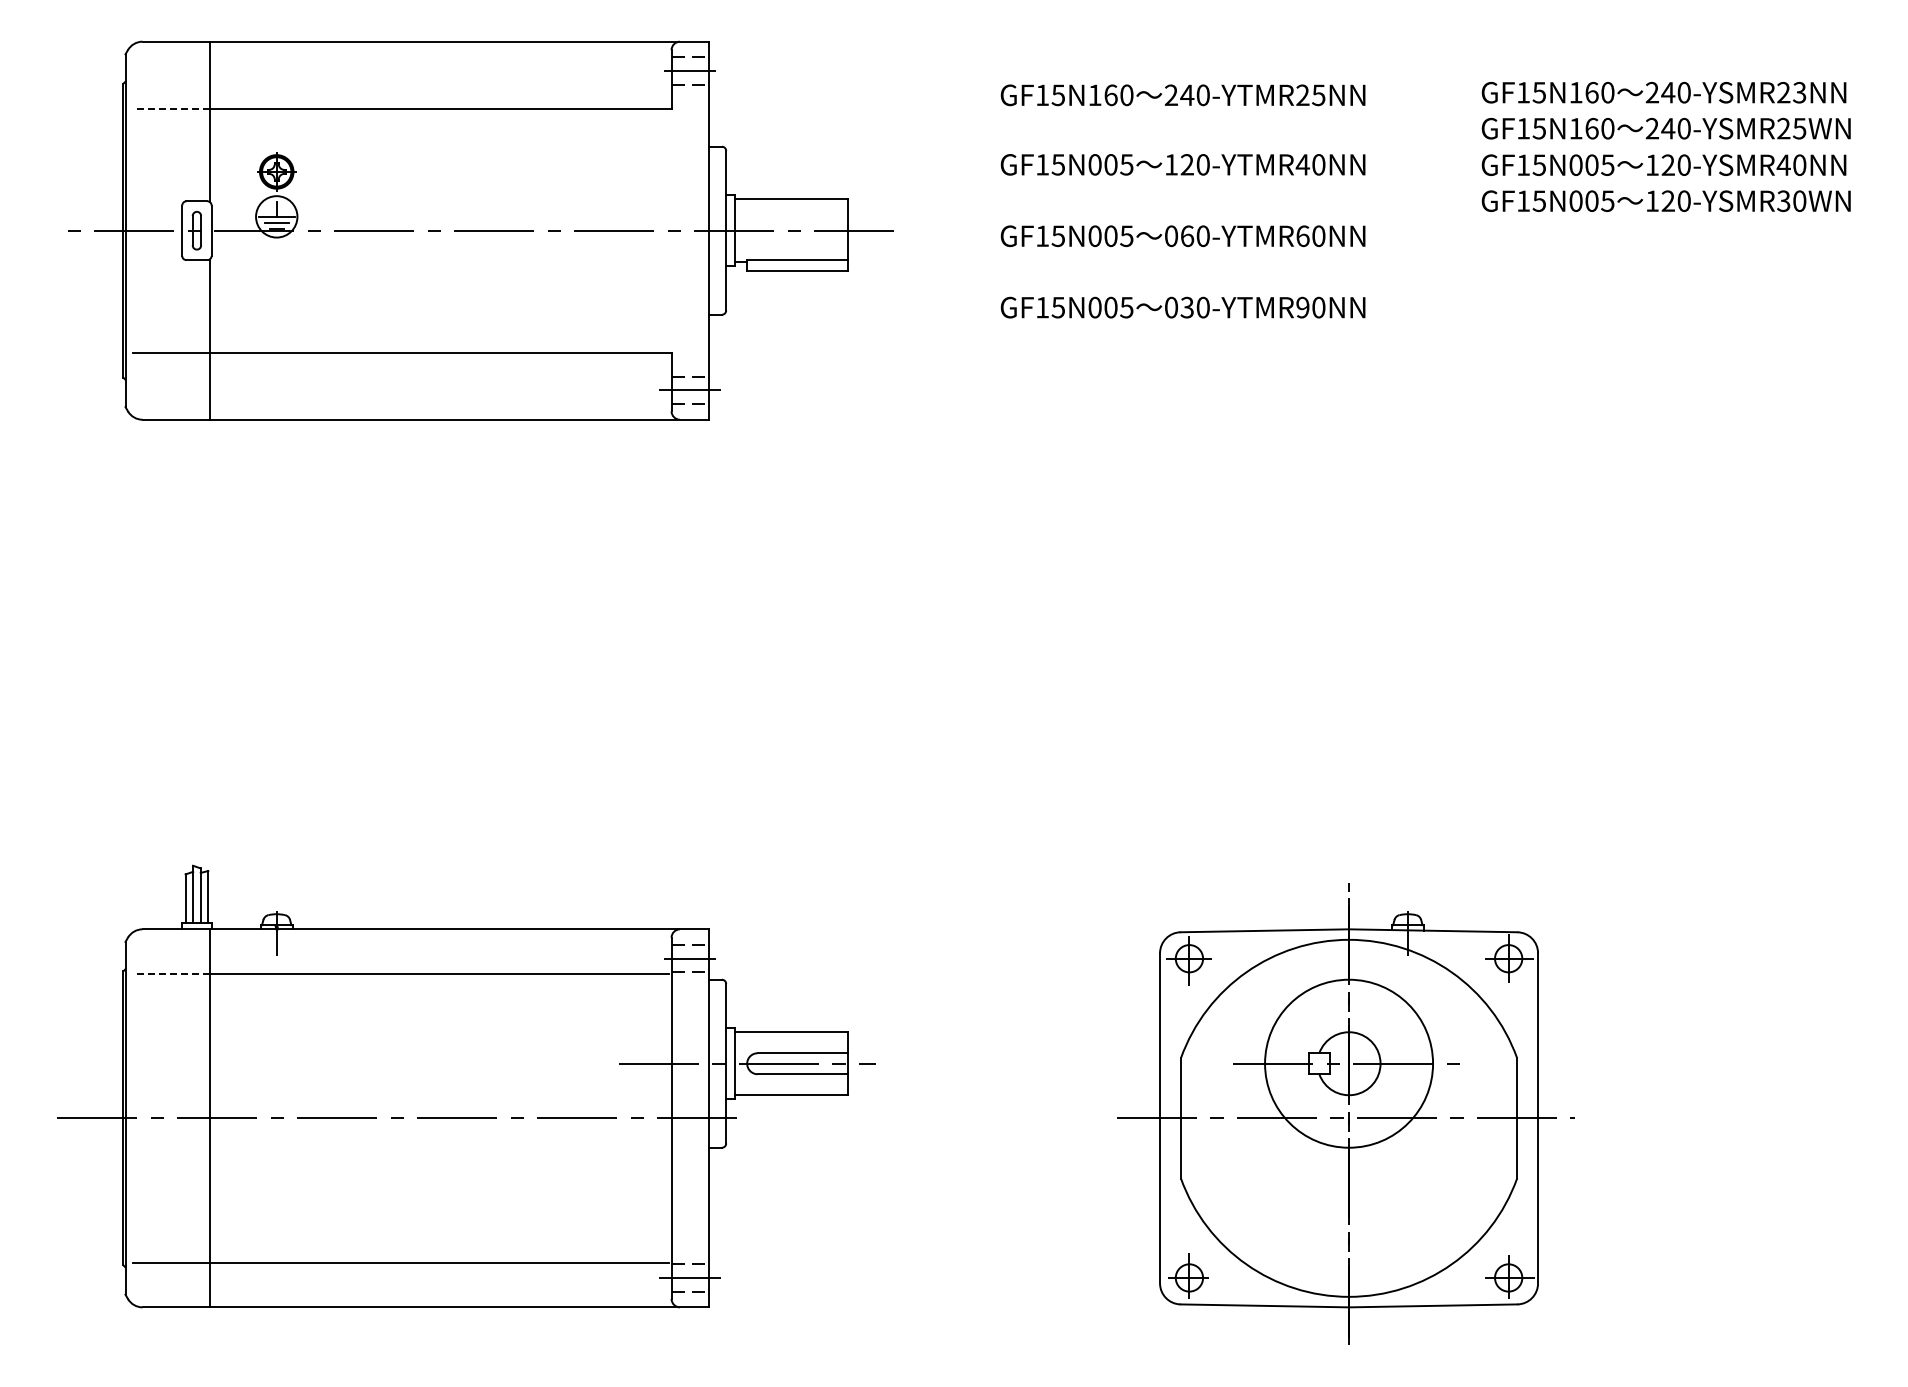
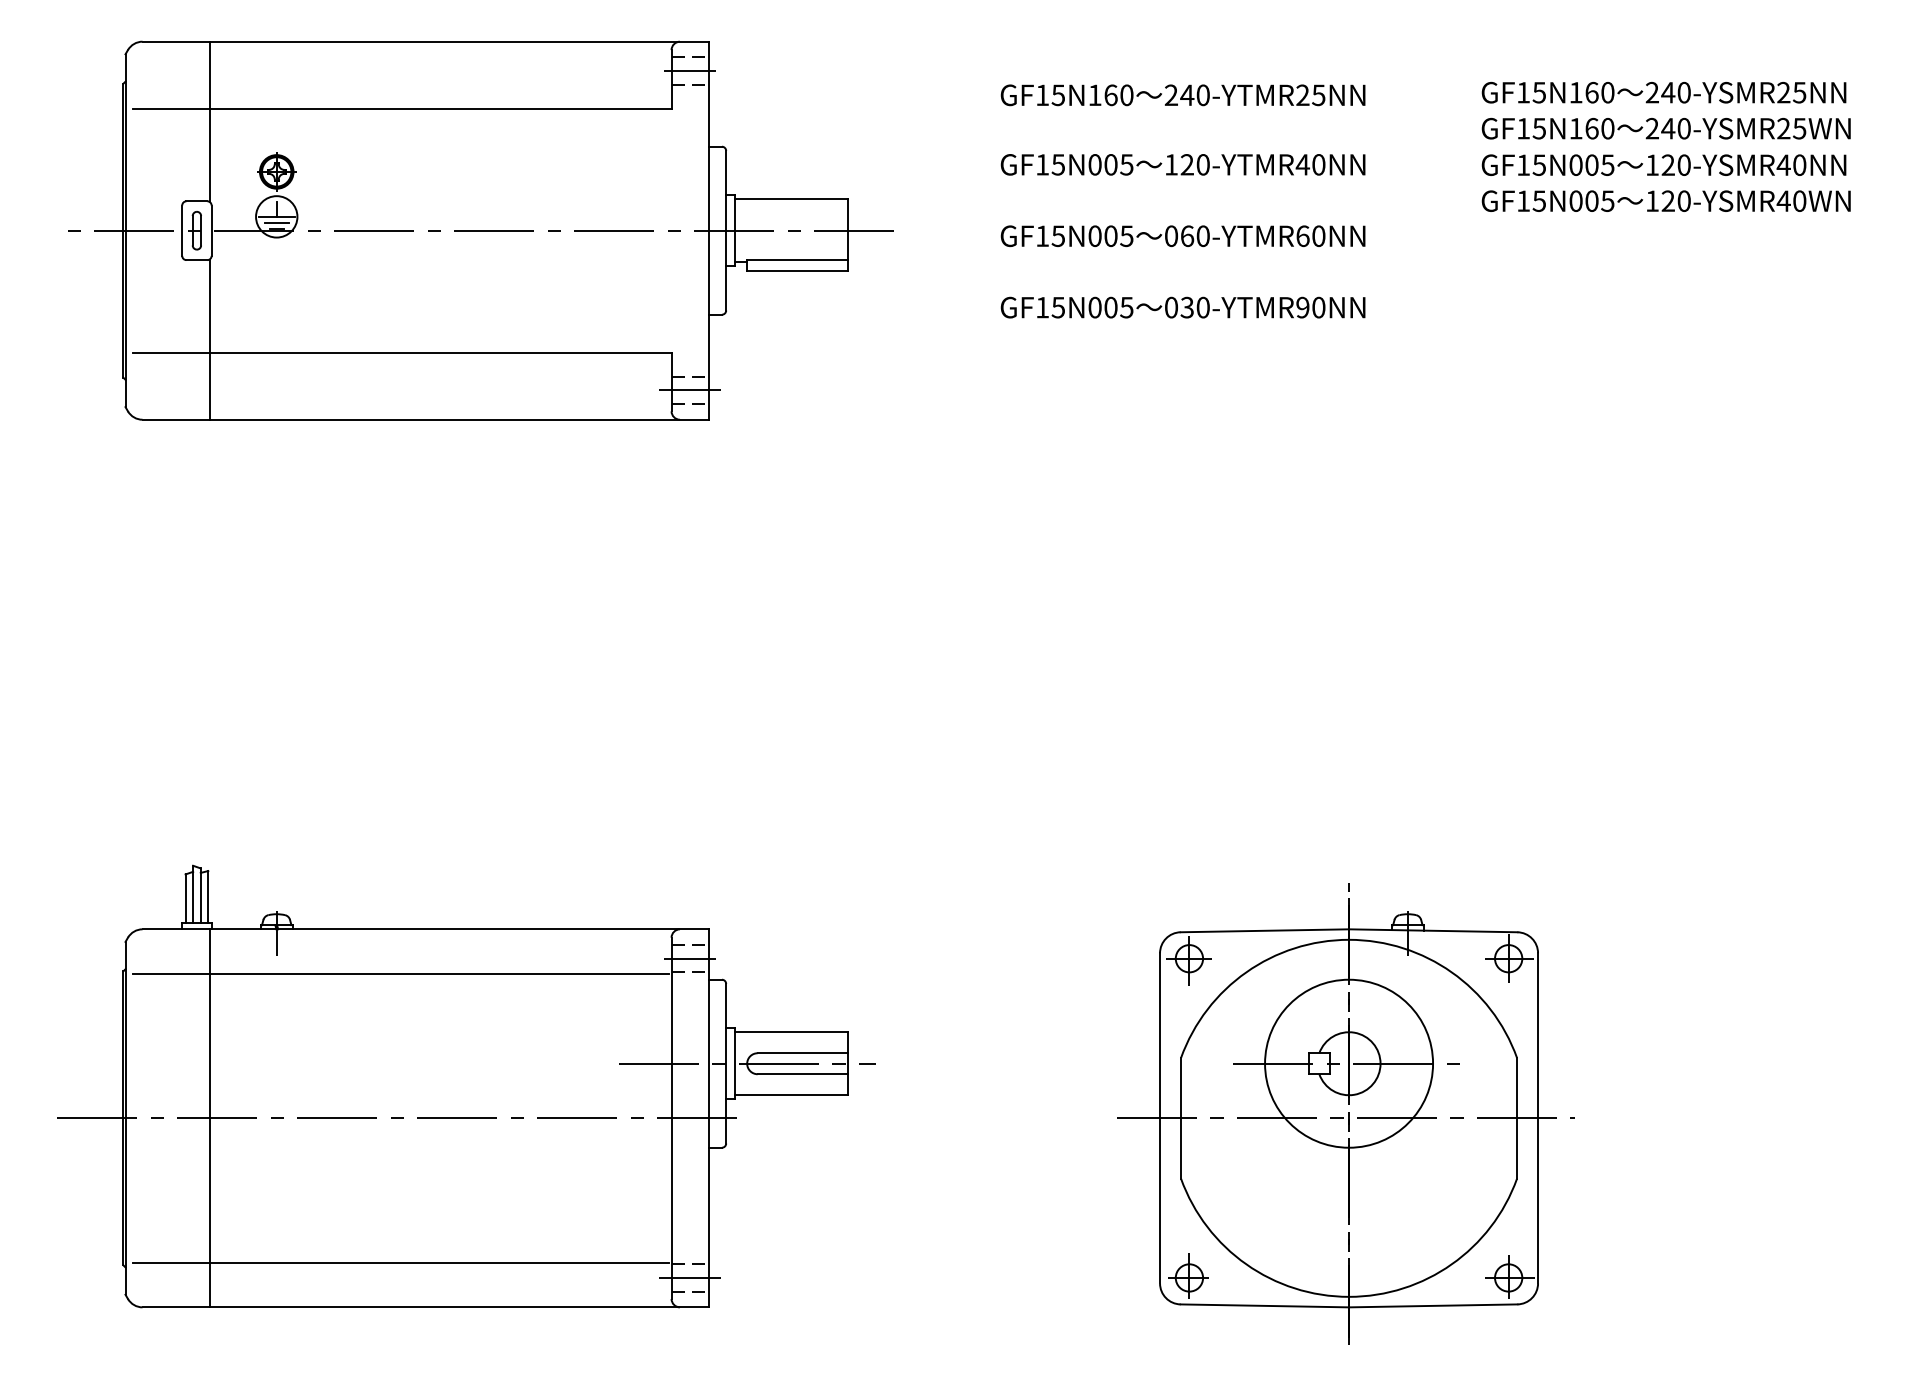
text at (1799, 91): 240-YSMR23NN -> 240-YSMR25NN
line at (170, 108): dashed -> solid
text at (1783, 201): 120-YSMR30WN -> 120-YSMR40WN
line at (170, 973): dashed -> solid
